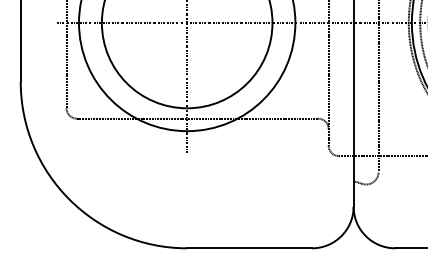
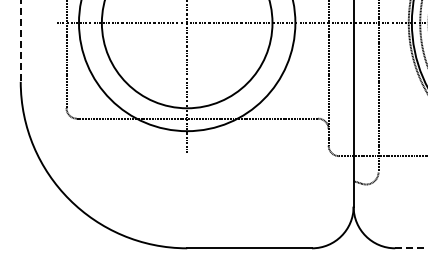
line at (20, 40): solid -> dashed
line at (411, 248): solid -> dashed
